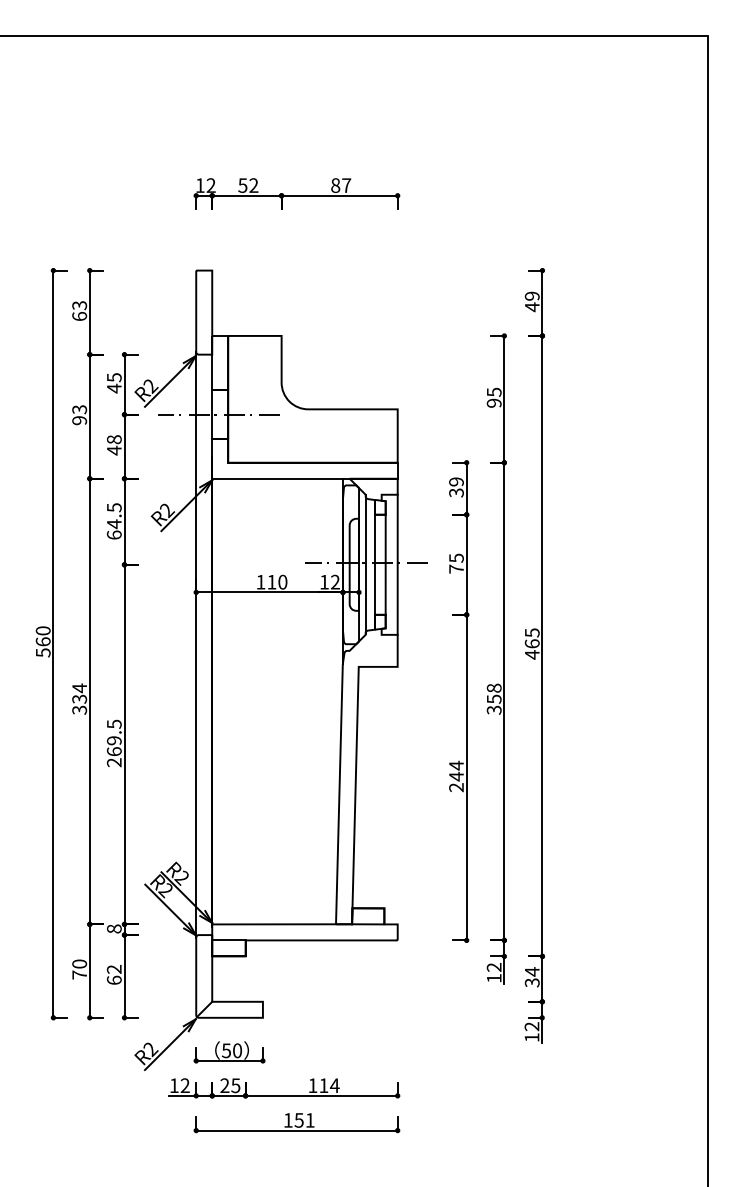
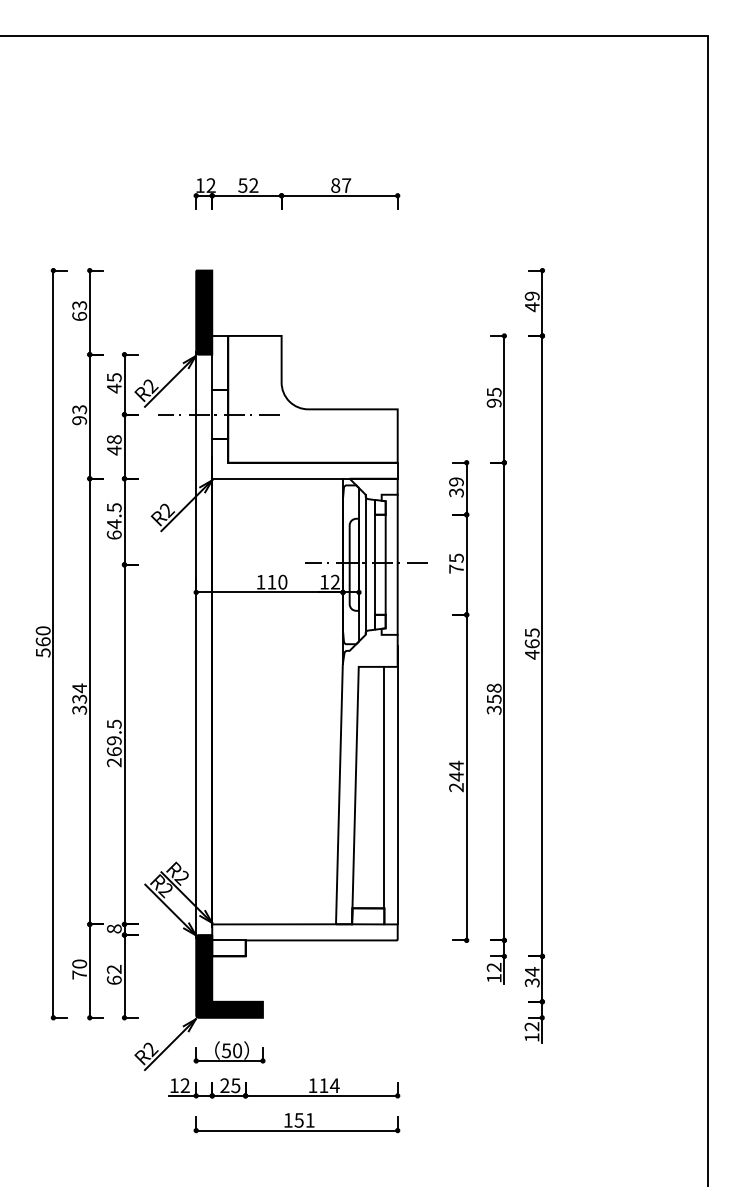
fill at (204, 312): none -> present
line at (397, 784): none -> present
line at (384, 788): none -> present
fill at (229, 976): none -> present
